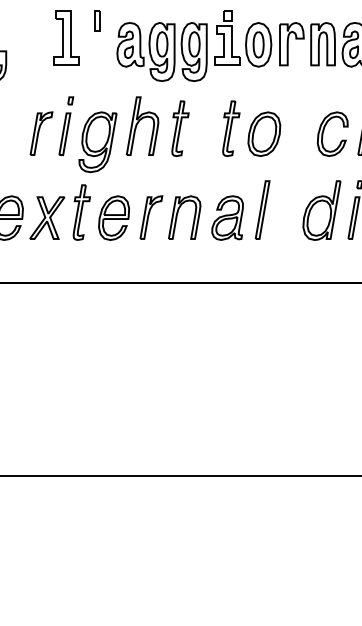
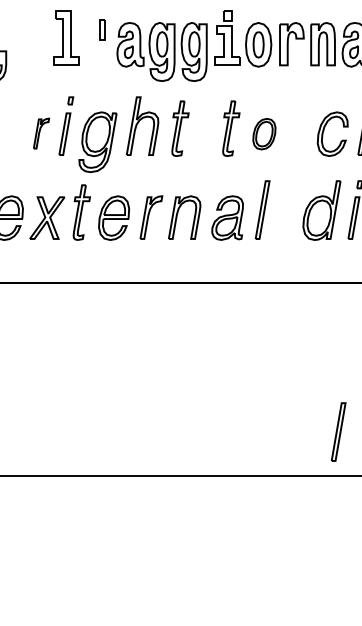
part at (97, 20) position: (97, 20) -> (102, 29)
part at (41, 133) size: 25x45 px -> 18x33 px
part at (264, 133) size: 35x46 px -> 25x33 px
part at (338, 431): none -> present
